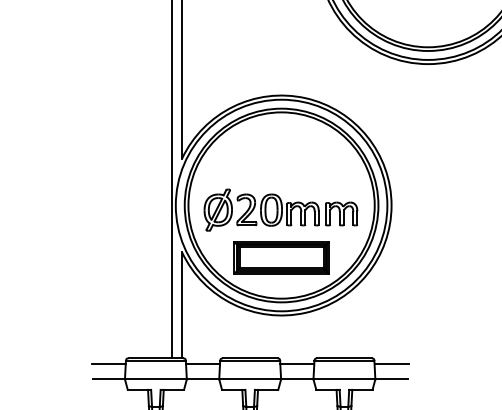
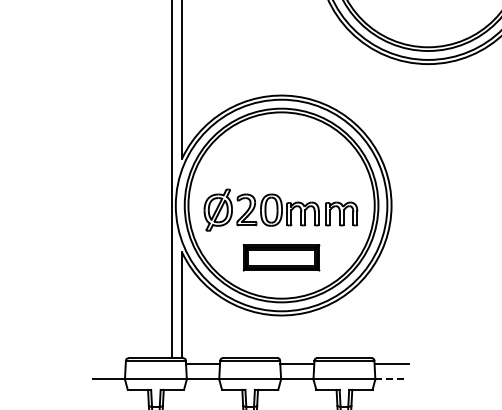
part at (281, 257) size: 97x34 px -> 79x28 px
line at (108, 363): present -> none
line at (392, 379): solid -> dashed
